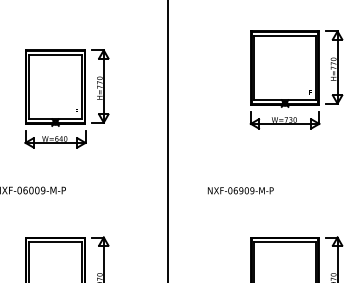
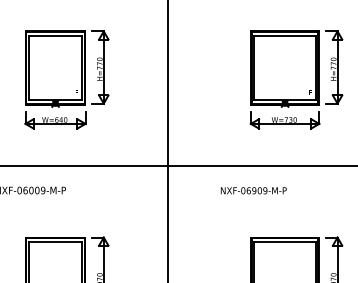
part at (66, 98) position: (66, 98) -> (66, 79)
line at (178, 165): none -> present
text at (240, 190) position: (240, 190) -> (253, 190)
